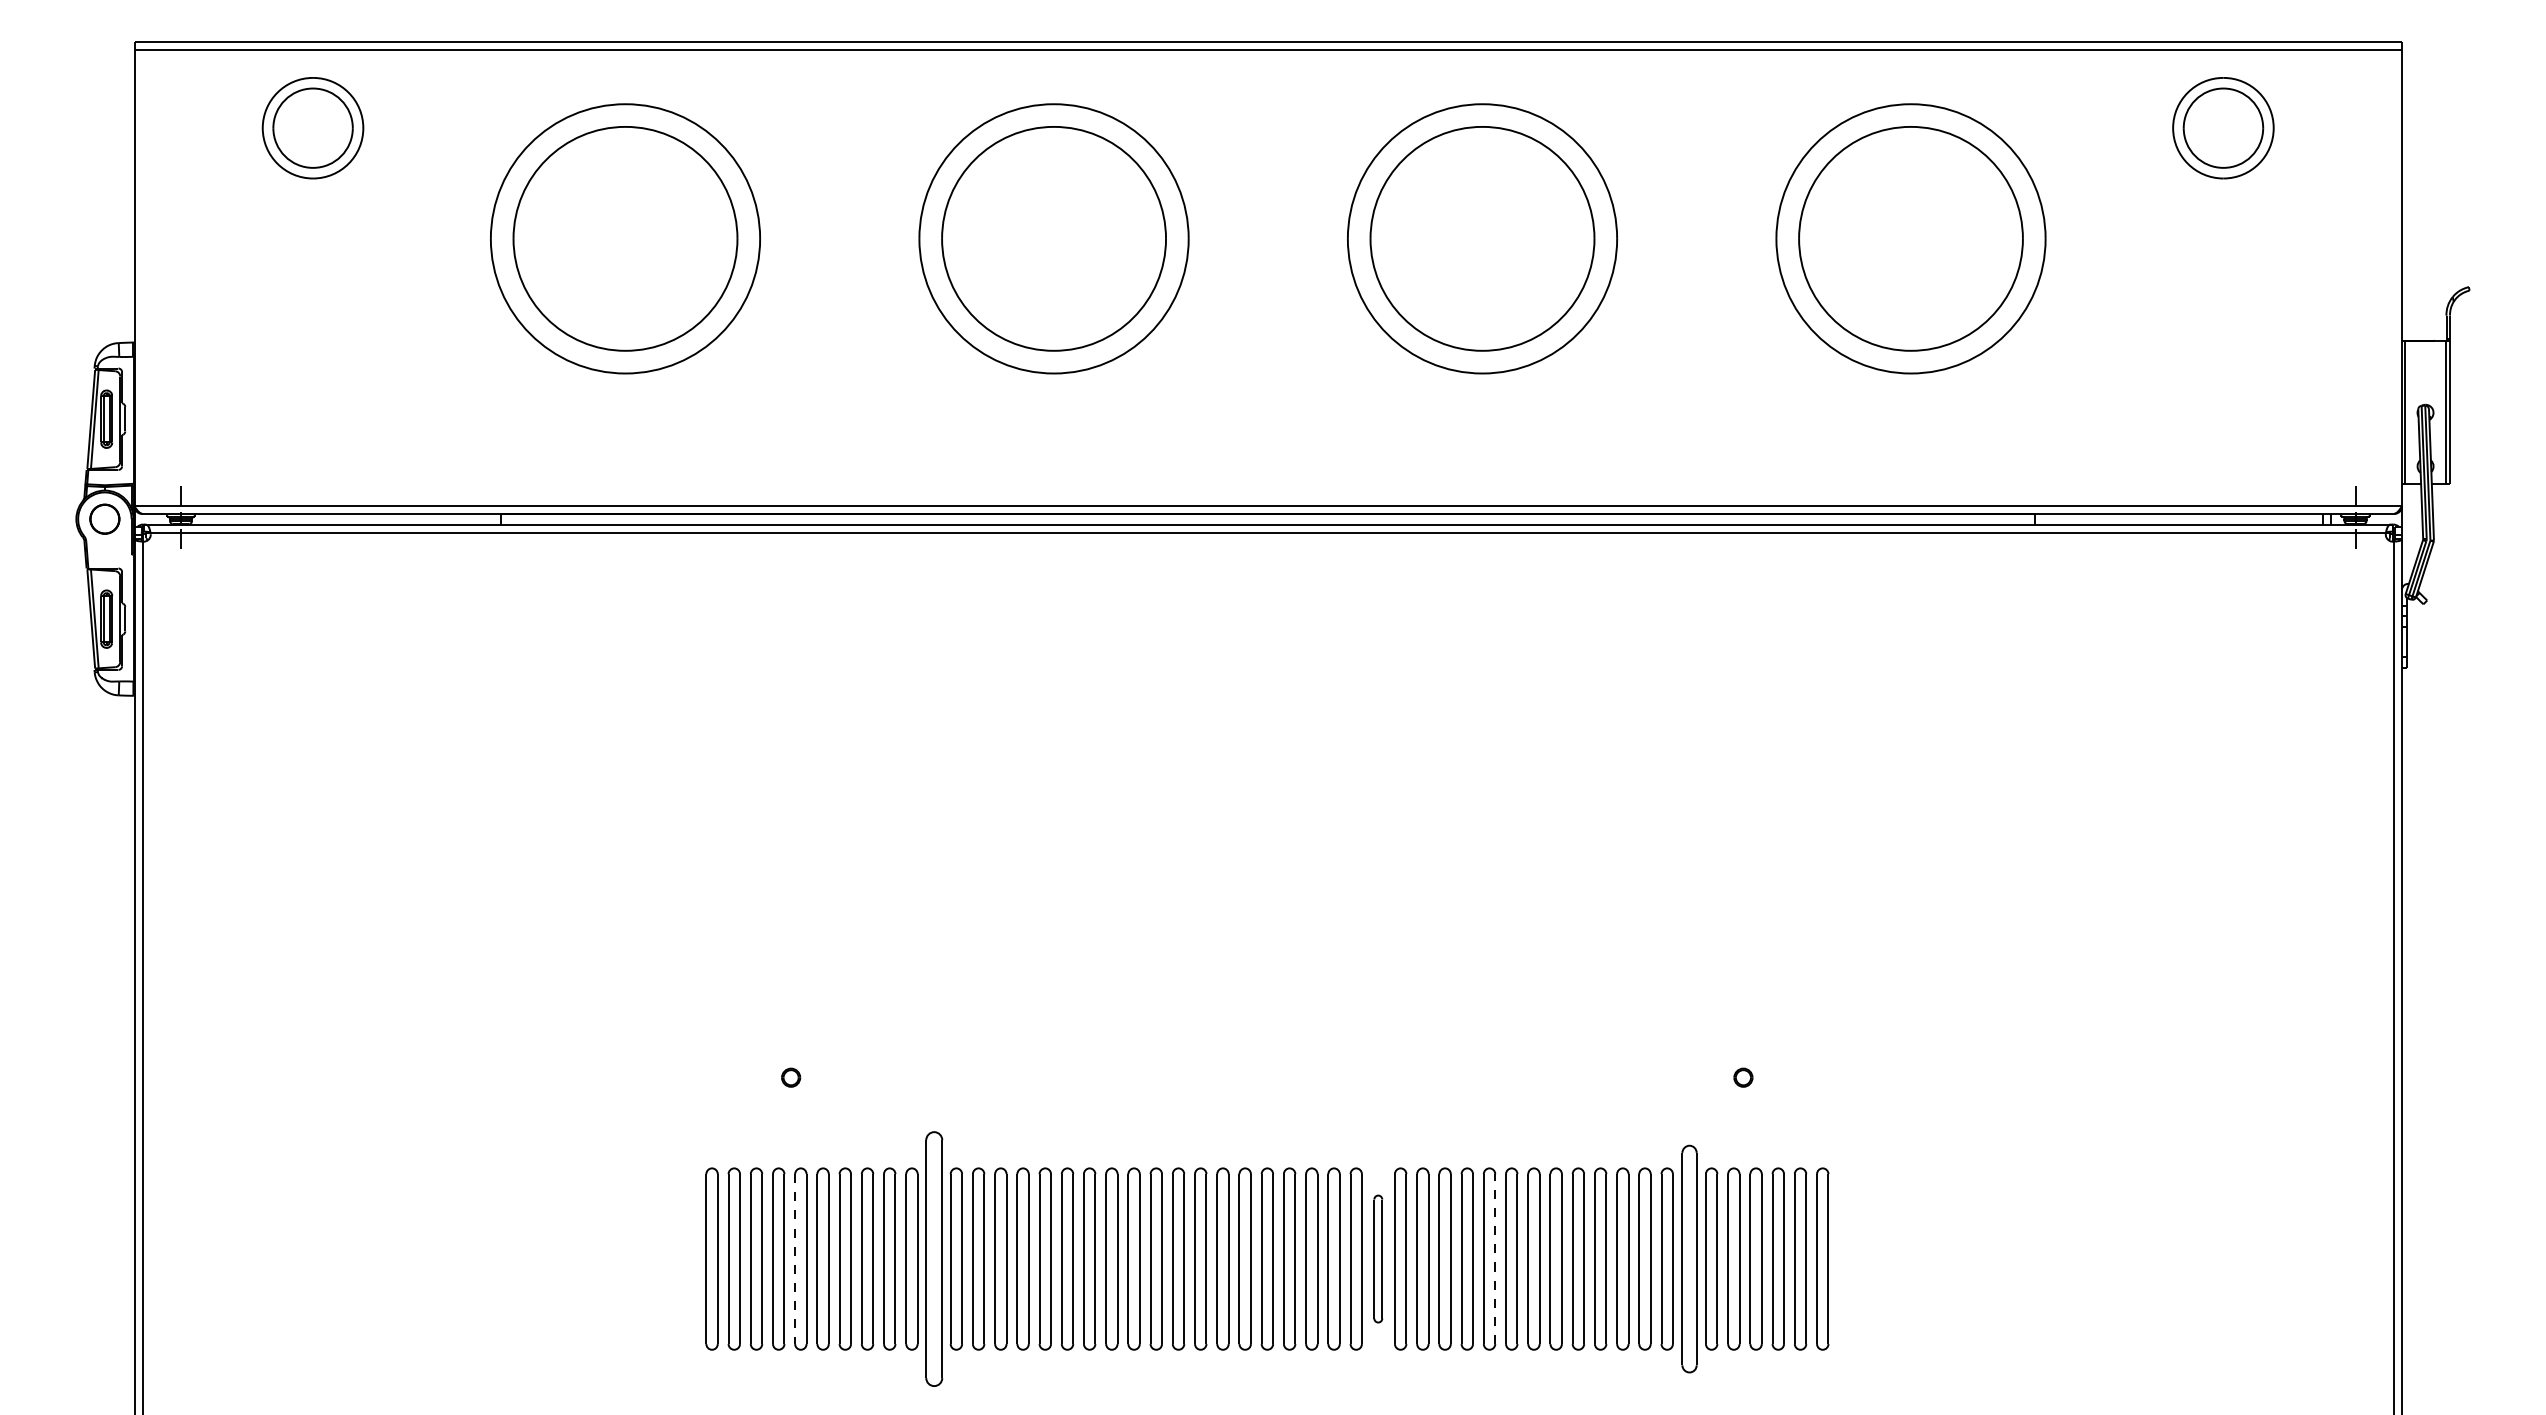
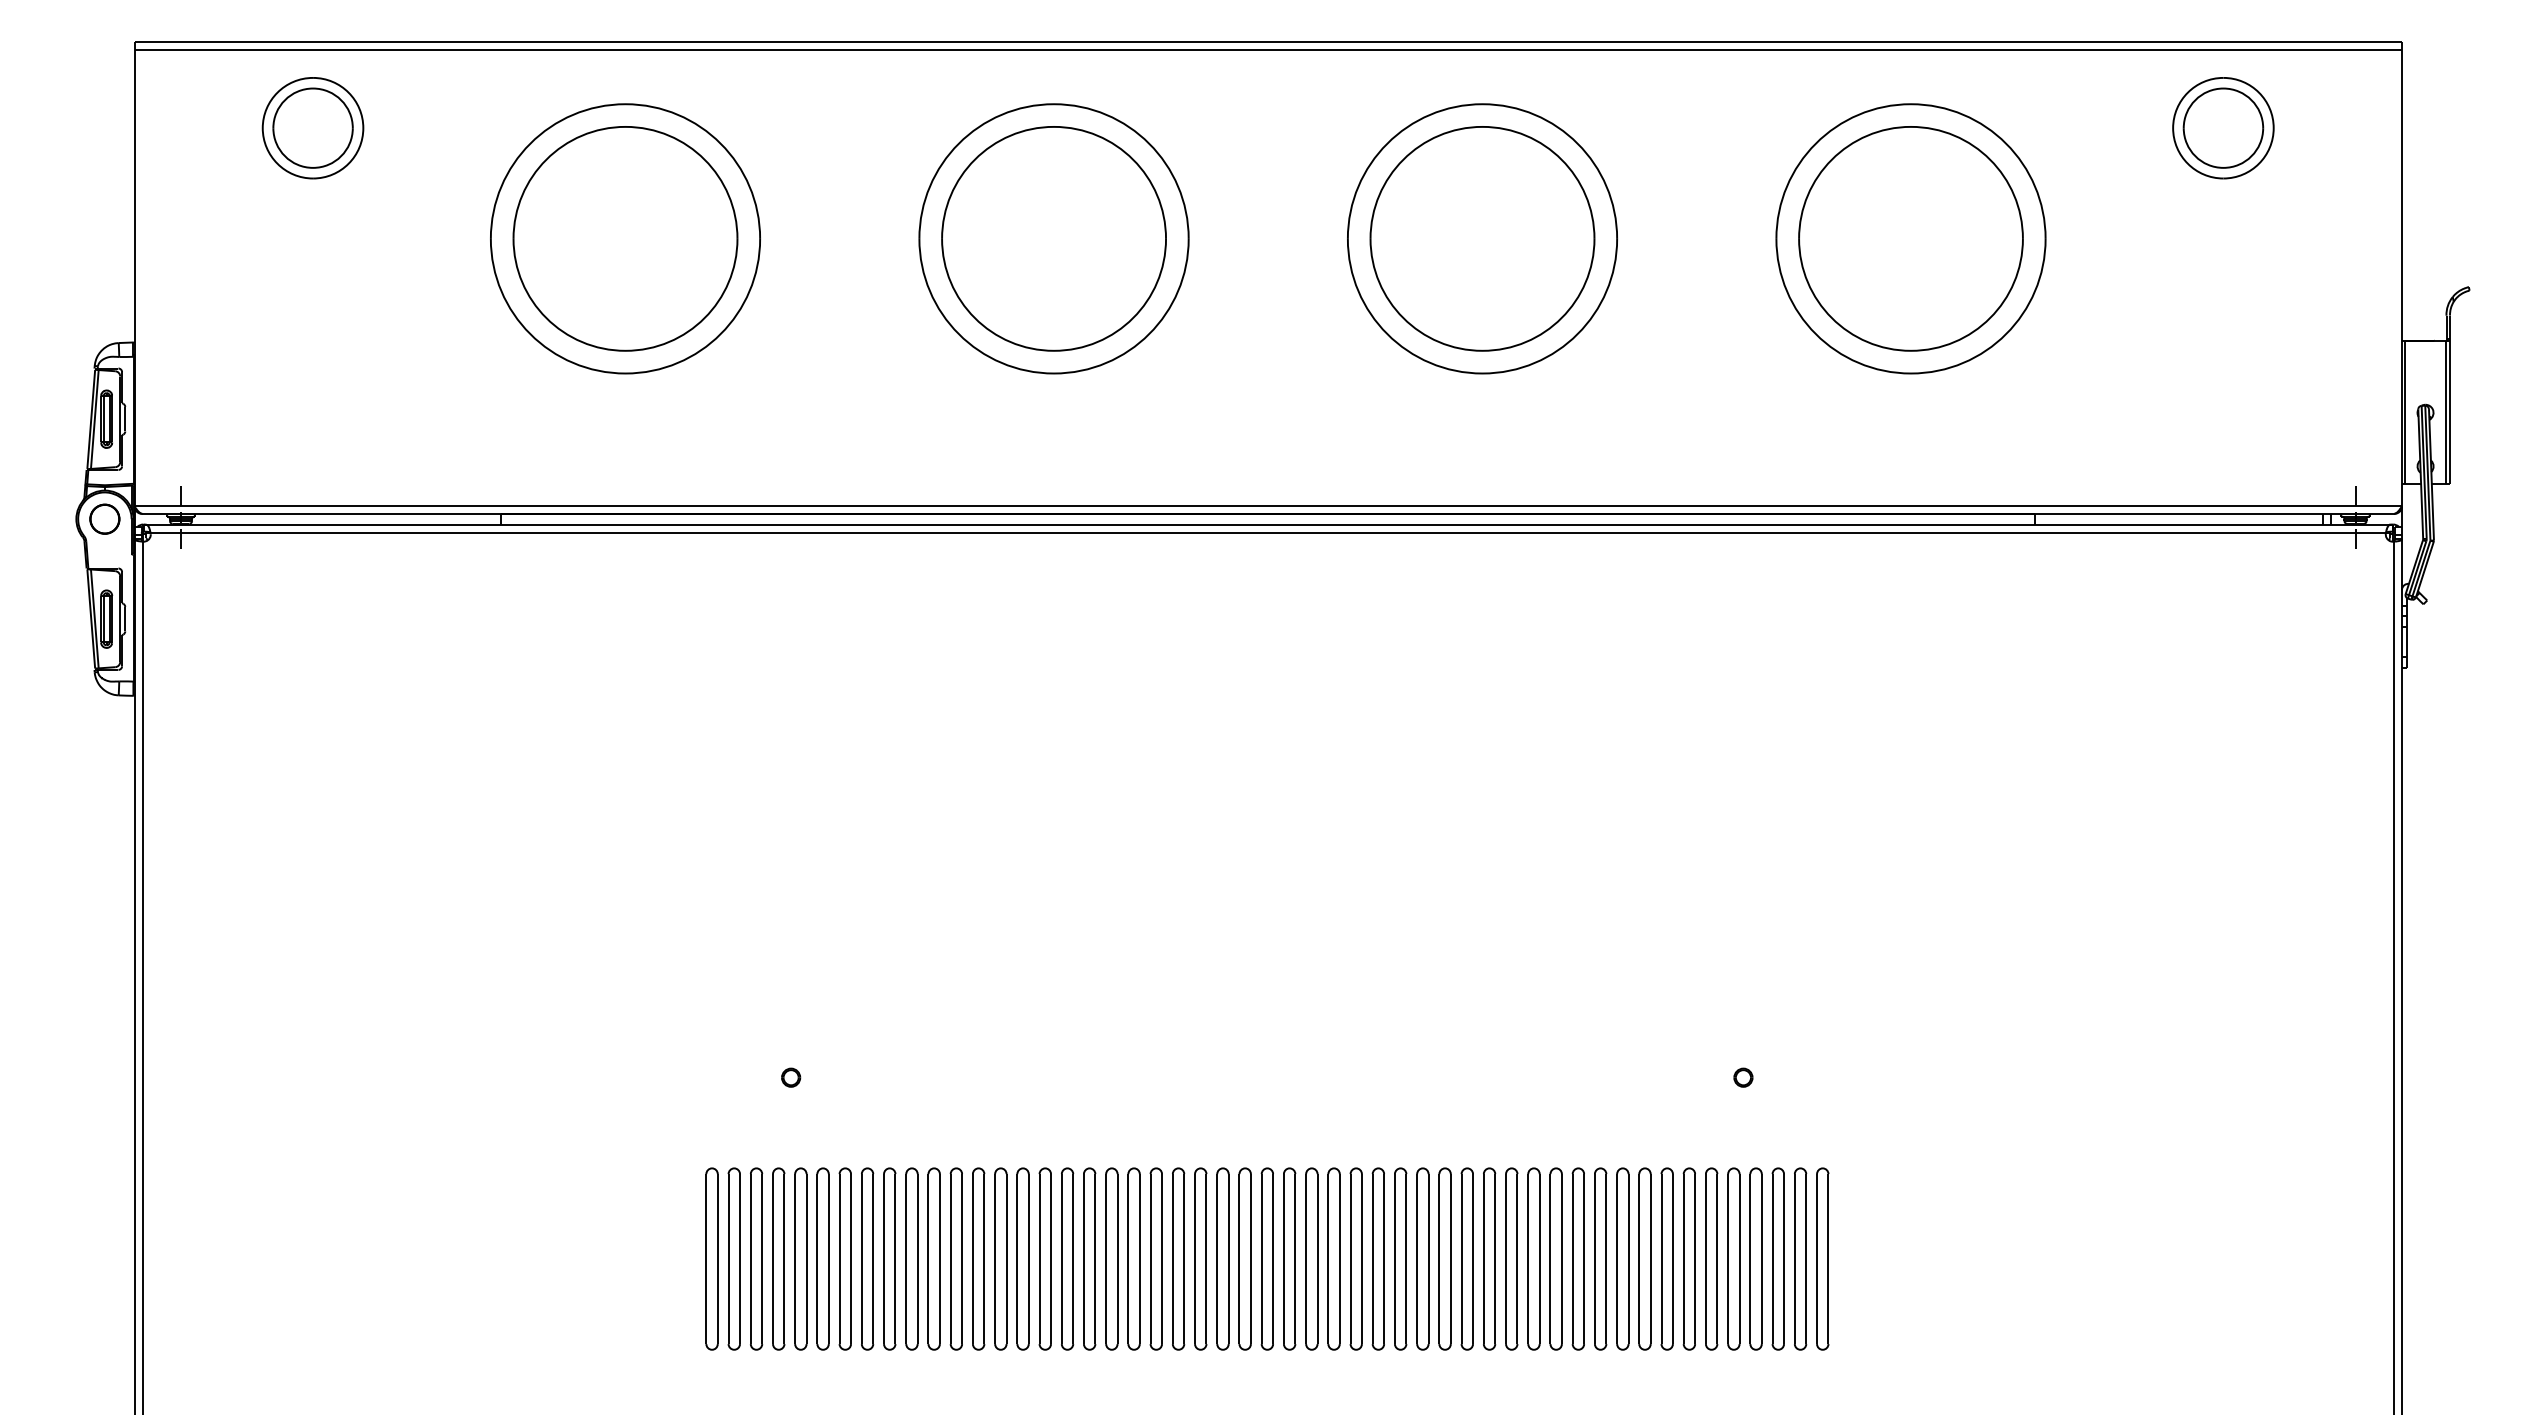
part at (934, 1258) size: 19x256 px -> 14x184 px
part at (1378, 1258) size: 11x130 px -> 14x184 px
part at (1689, 1258) size: 17x230 px -> 14x184 px
line at (795, 1259): dashed -> solid
line at (1495, 1259): dashed -> solid
